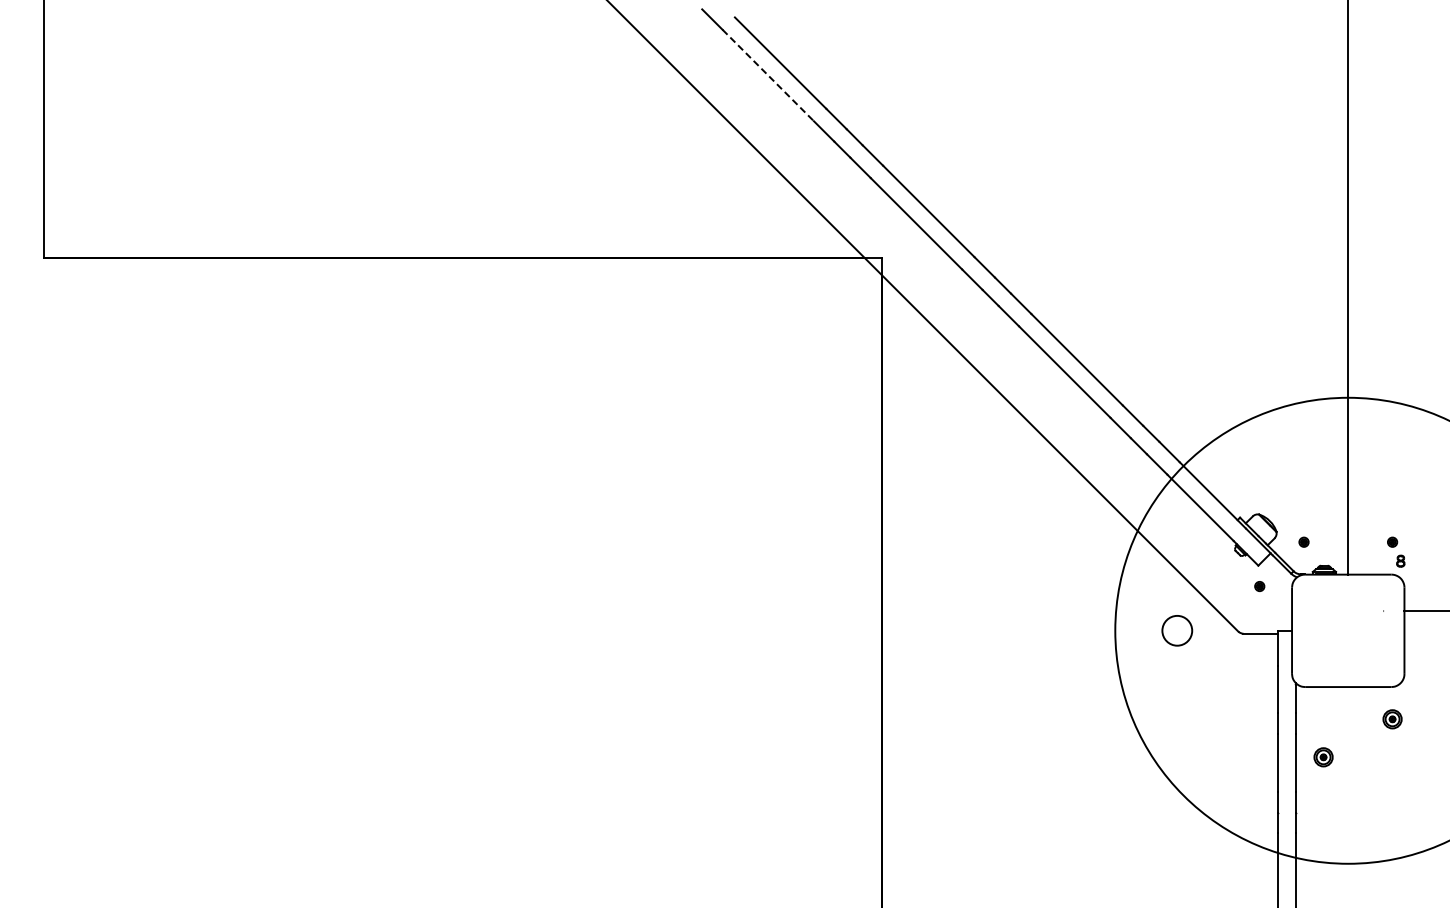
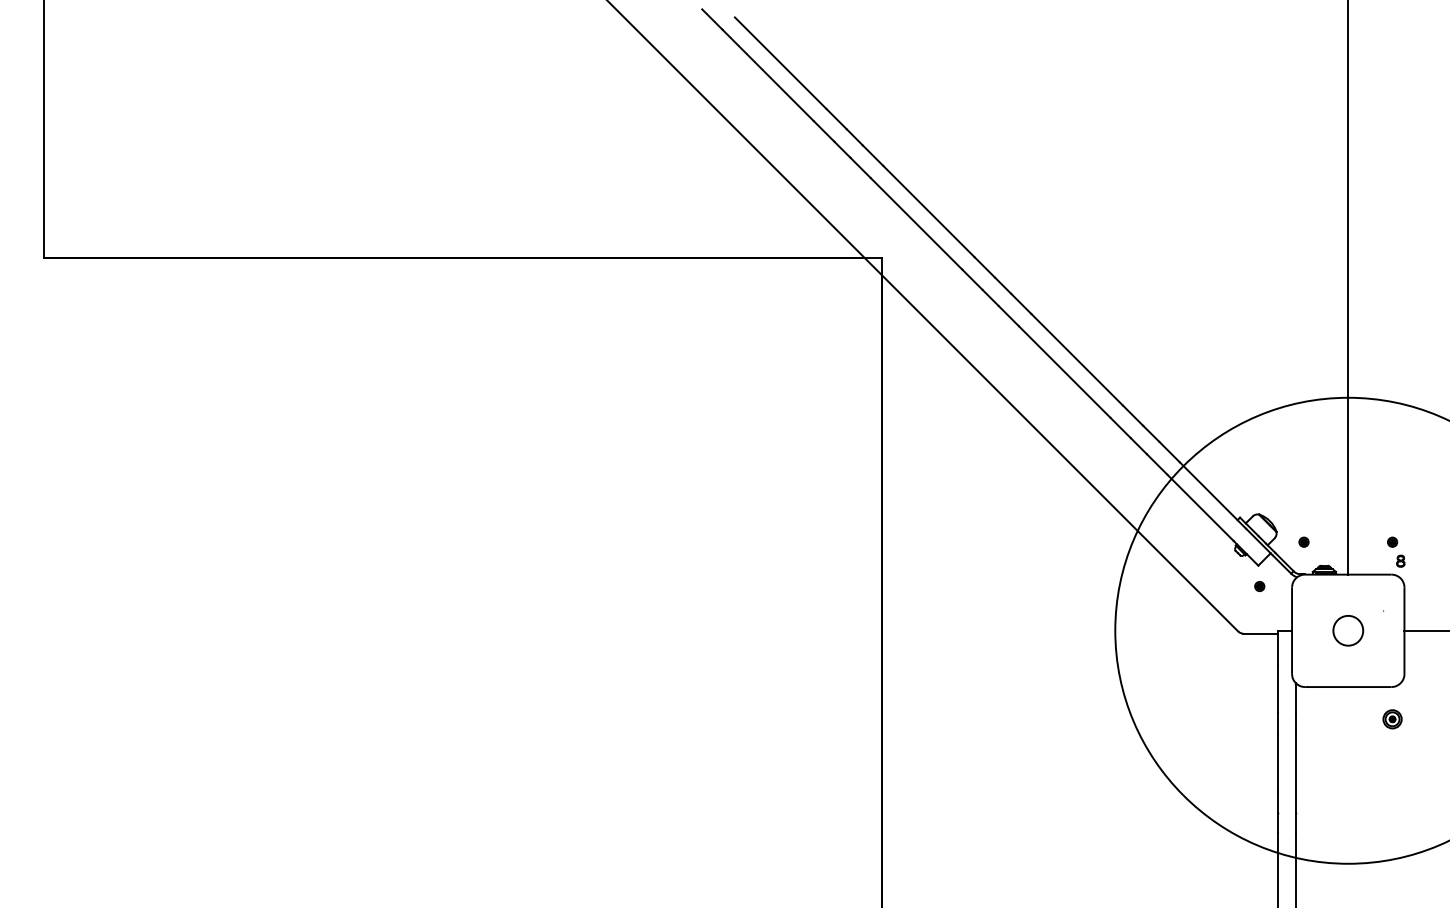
line at (768, 75): dashed -> solid
line at (1425, 610) position: (1425, 610) -> (1425, 630)
circle at (1177, 630) position: (1177, 630) -> (1348, 630)
part at (1323, 757): present -> none
